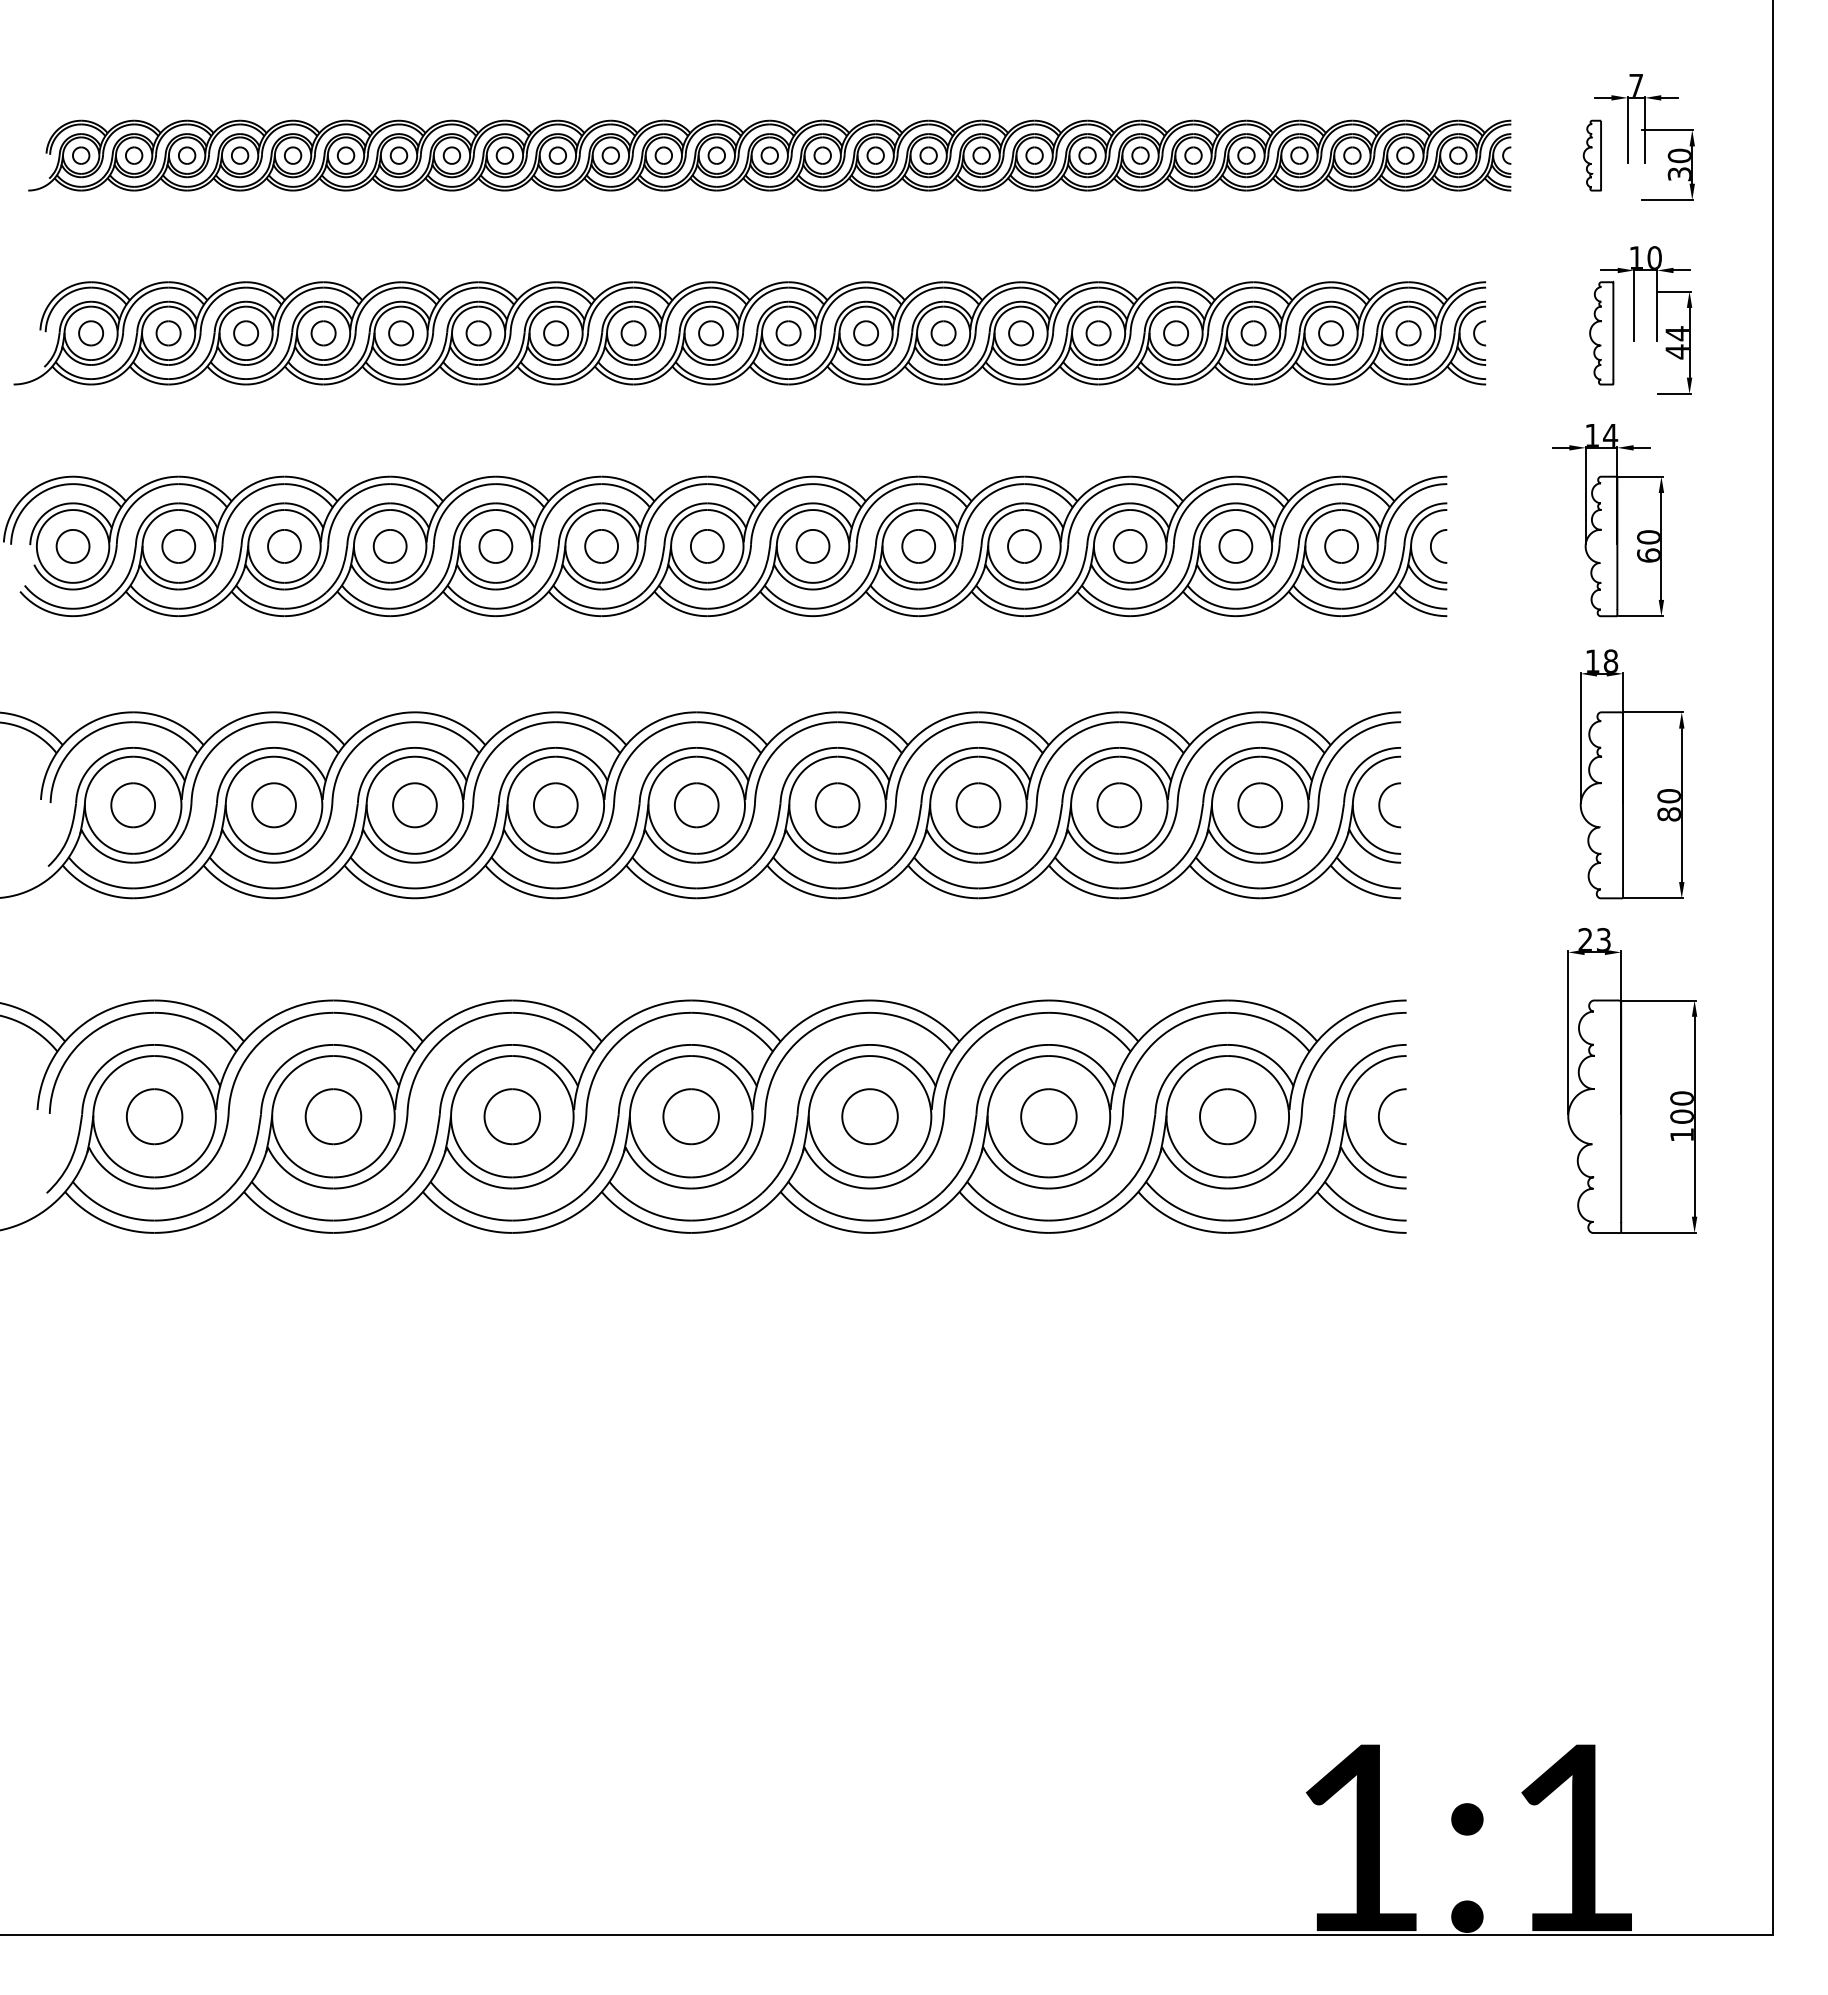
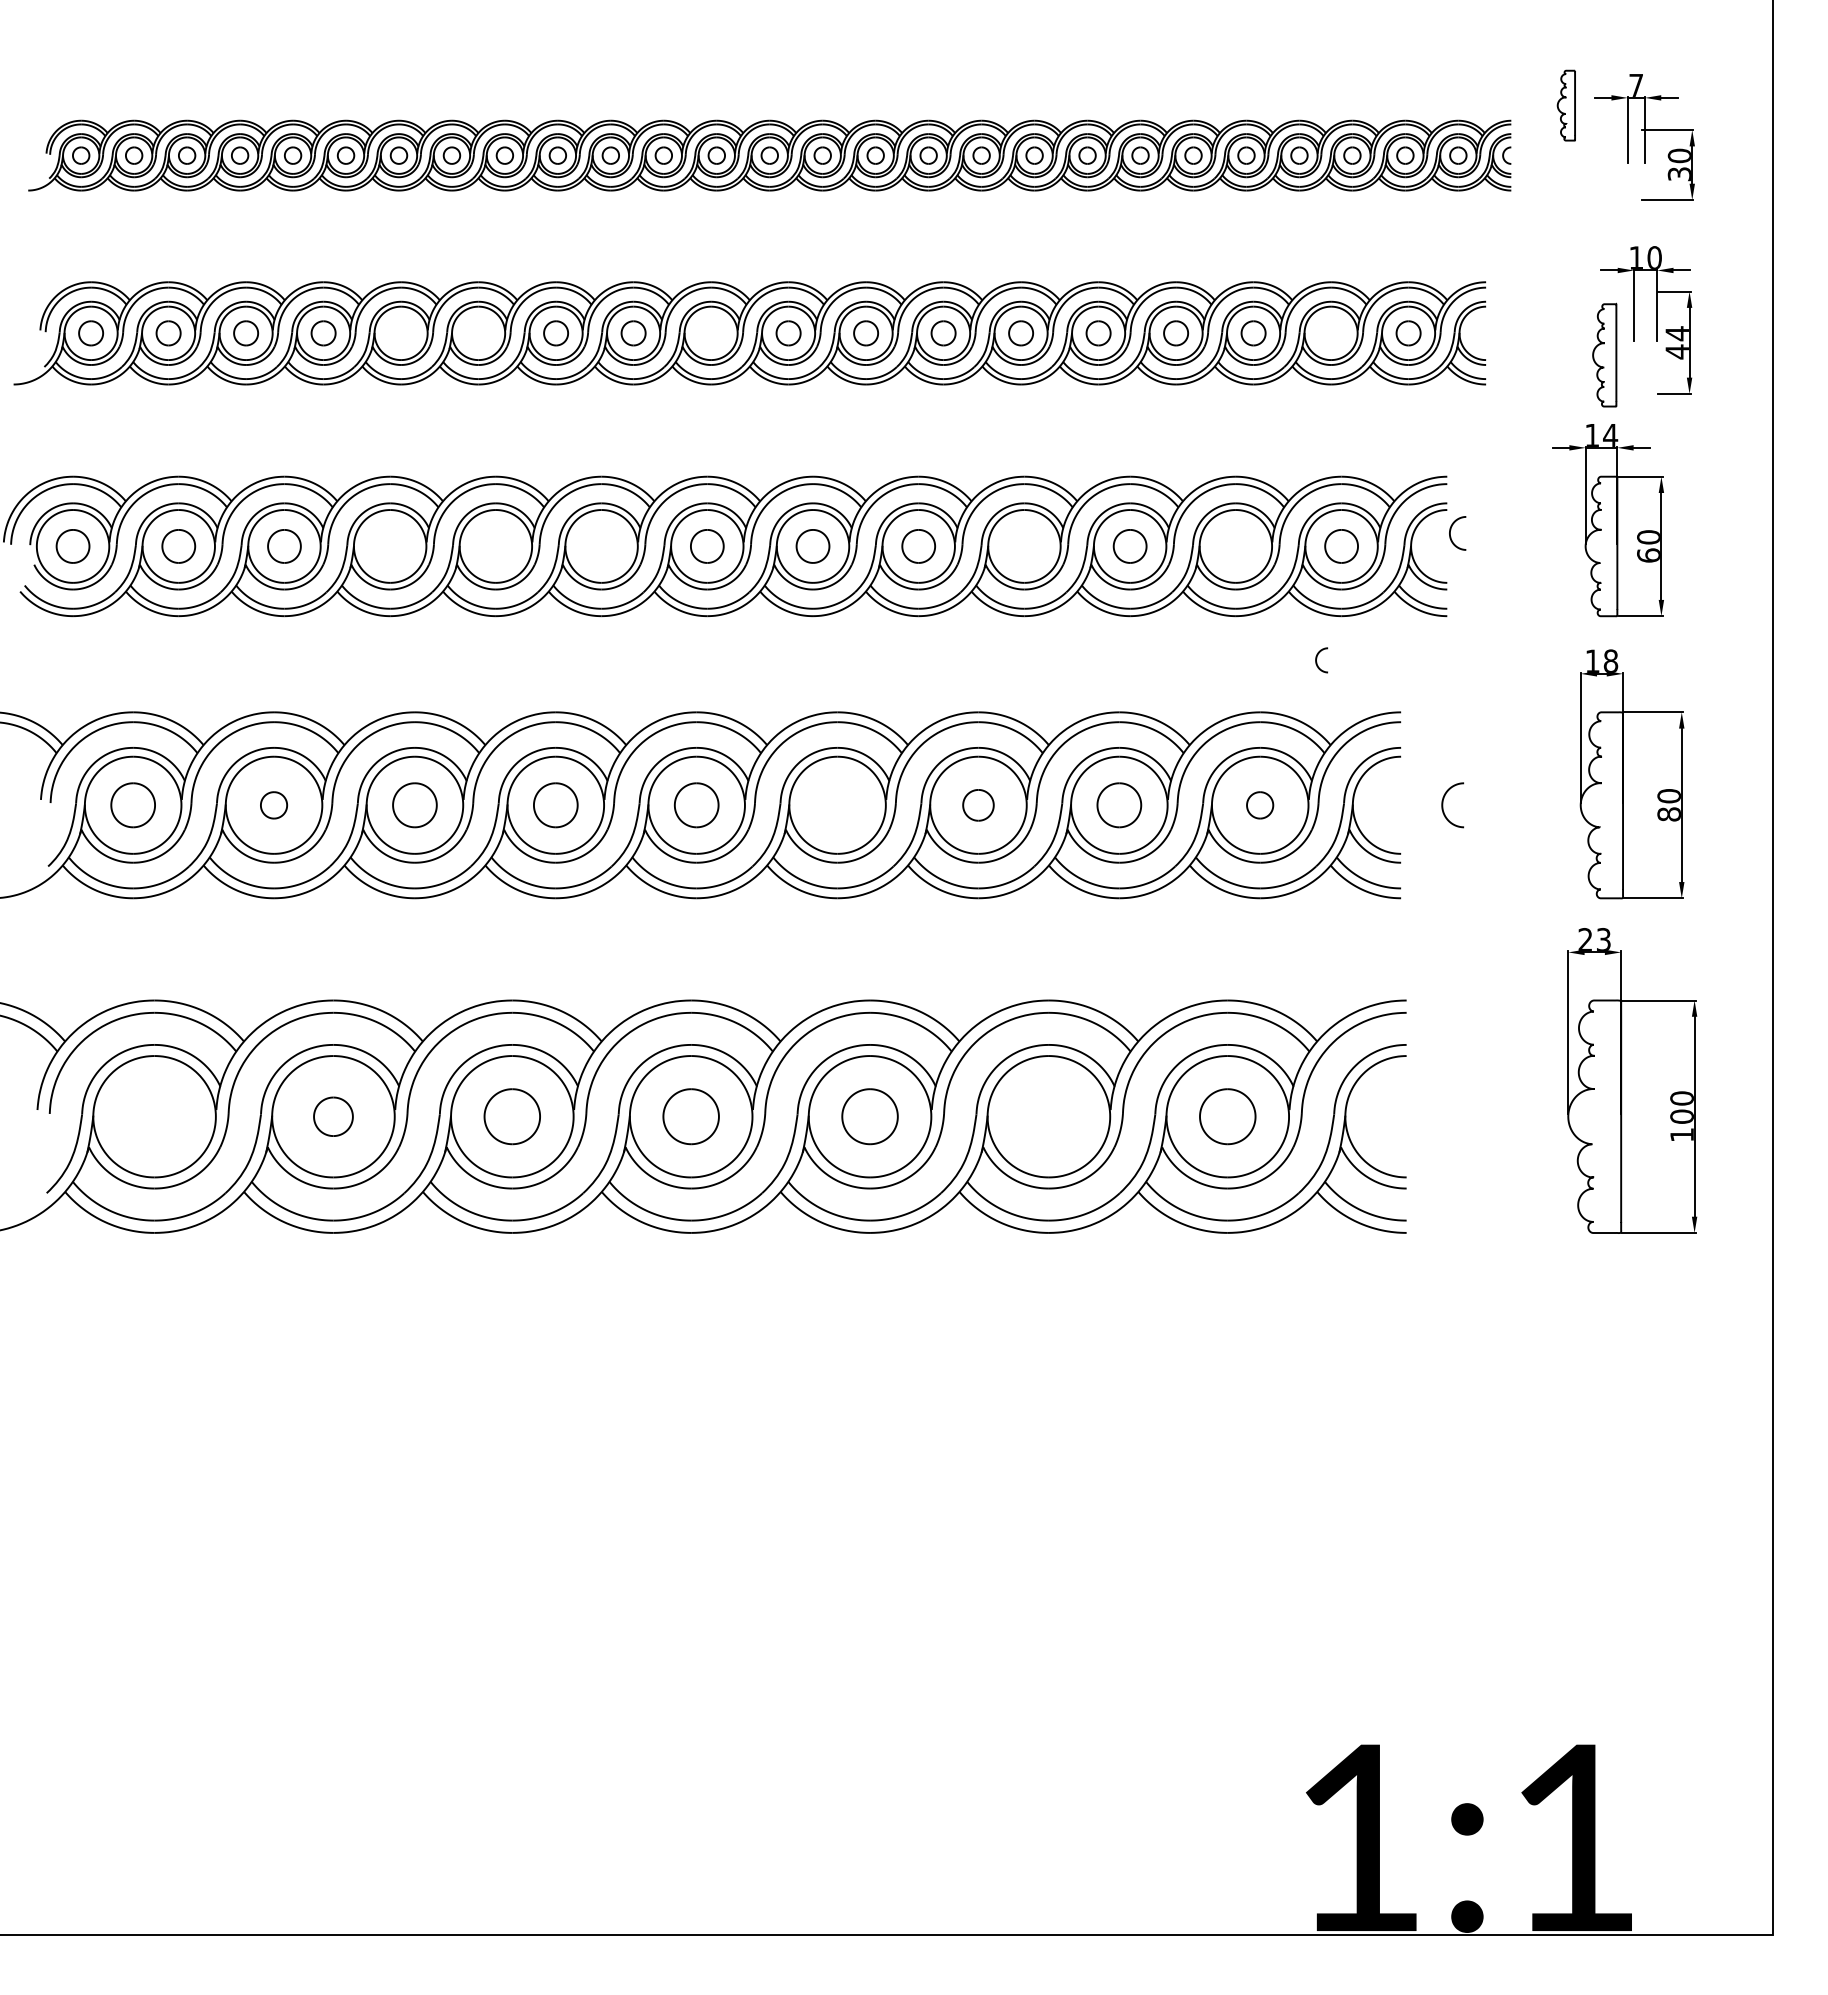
part at (1591, 155) position: (1591, 155) -> (1565, 105)
curve at (1475, 331) position: (1475, 331) -> (1317, 658)
part at (1601, 332) position: (1601, 332) -> (1604, 354)
part at (401, 333): present -> none
part at (478, 333): present -> none
part at (710, 333): present -> none
part at (1330, 333): present -> none
curve at (1432, 543) position: (1432, 543) -> (1451, 530)
part at (389, 546): present -> none
part at (495, 546): present -> none
part at (601, 546): present -> none
part at (1024, 546): present -> none
part at (1235, 546): present -> none
part at (273, 805) size: 46x47 px -> 29x29 px
part at (837, 805): present -> none
part at (978, 805) size: 47x47 px -> 33x33 px
part at (1259, 805) size: 46x47 px -> 29x29 px
curve at (1380, 805) position: (1380, 805) -> (1443, 805)
curve at (1380, 1112): present -> none
part at (154, 1116): present -> none
part at (333, 1116) size: 59x58 px -> 41x41 px
part at (1048, 1116): present -> none
